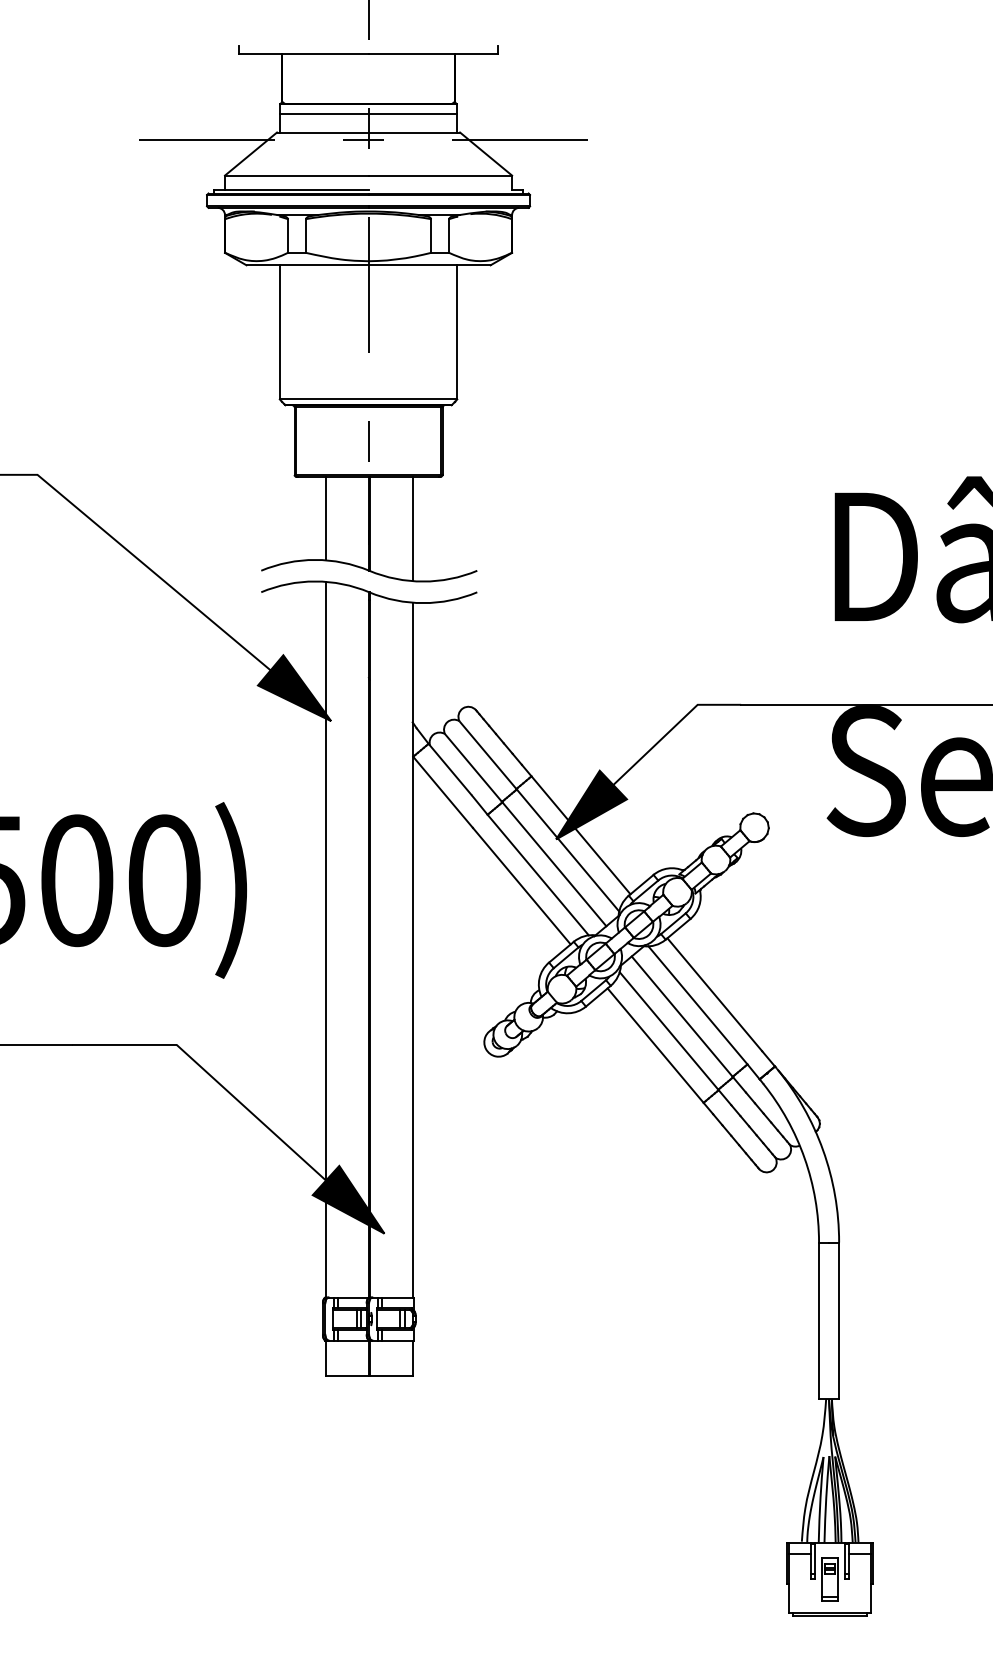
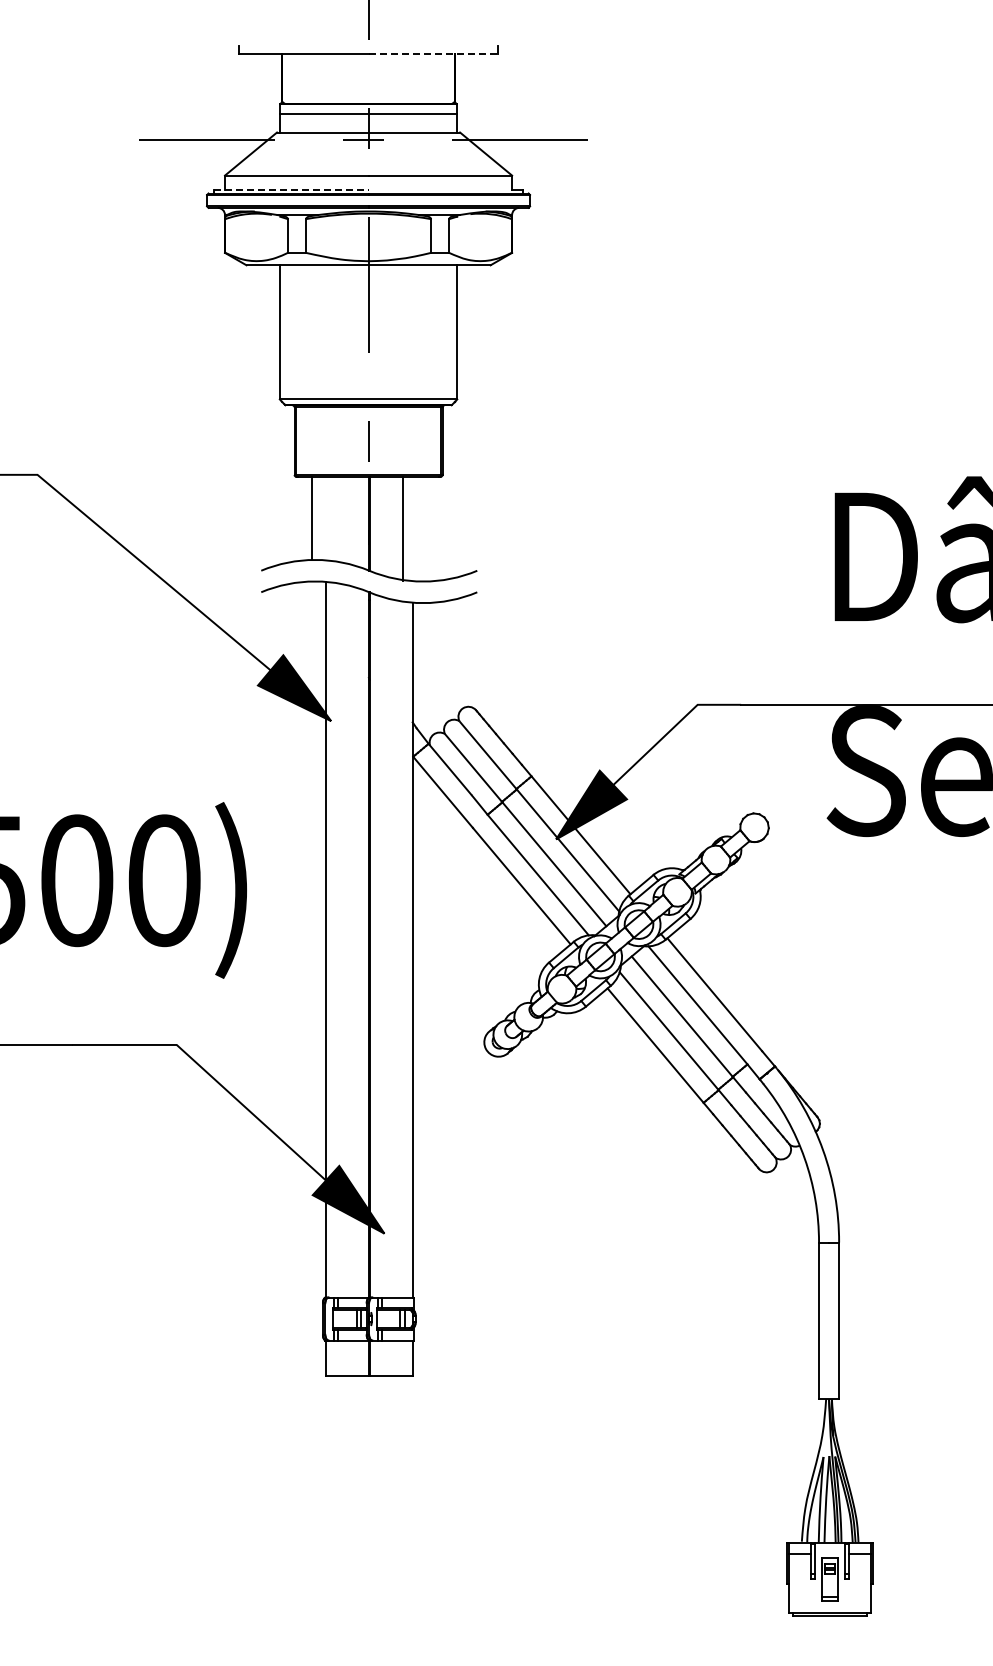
line at (433, 53): solid -> dashed
line at (291, 189): solid -> dashed
line at (325, 518) position: (325, 518) -> (311, 518)
line at (412, 529) position: (412, 529) -> (402, 529)
